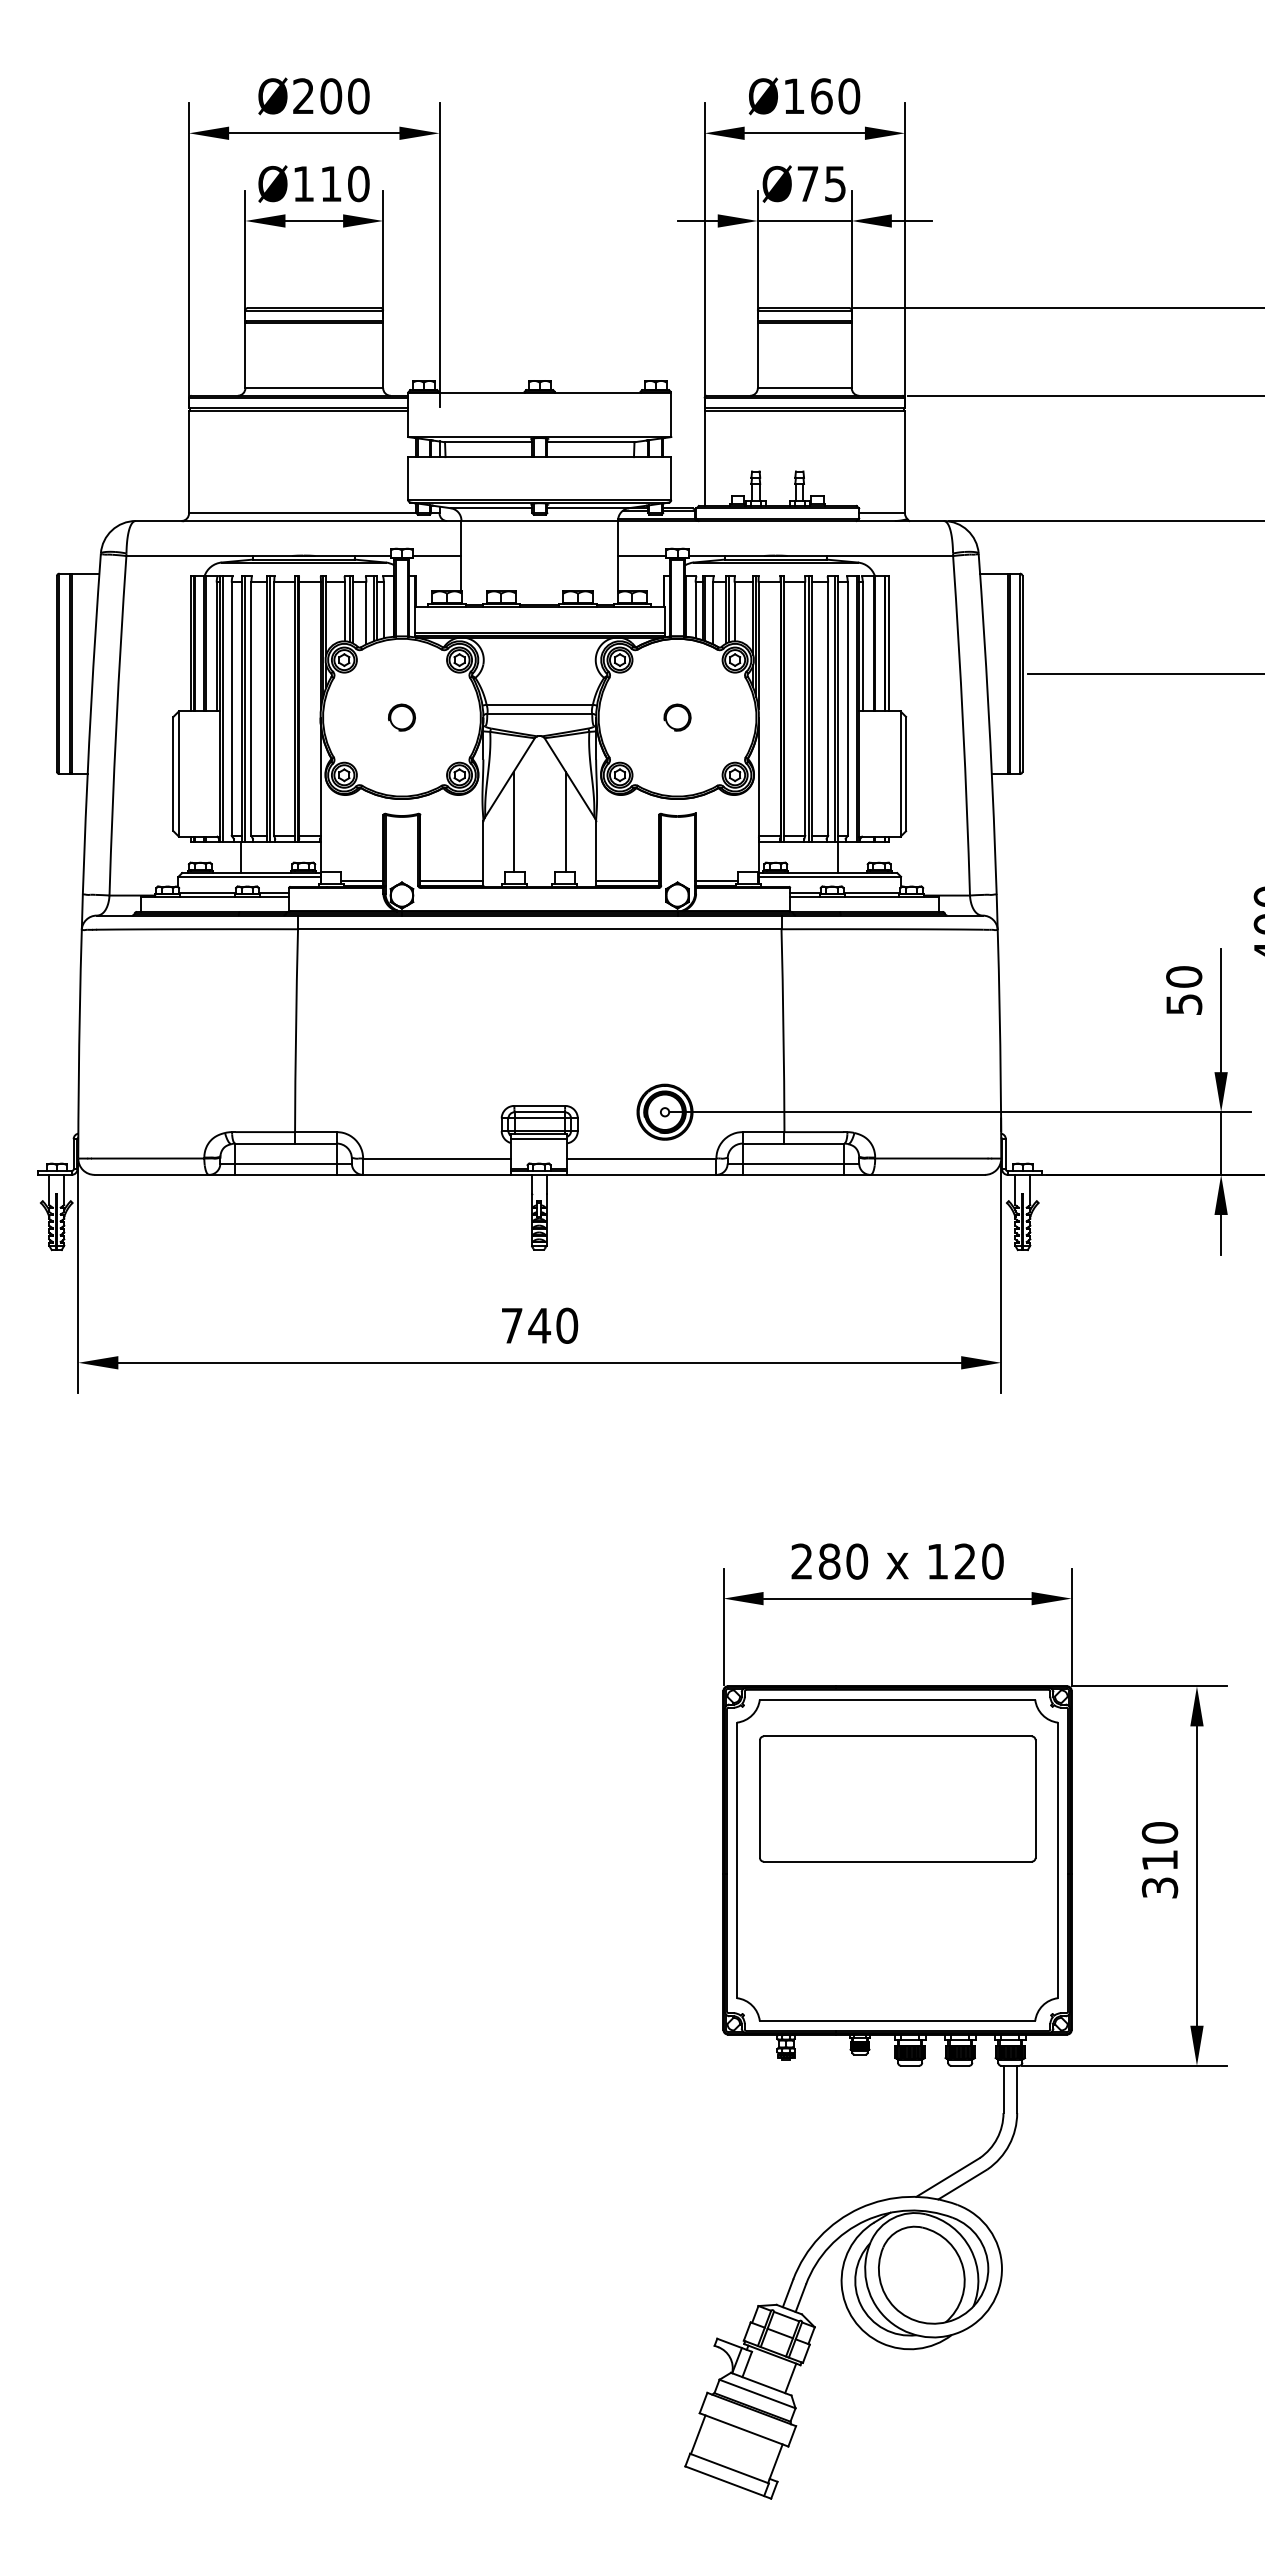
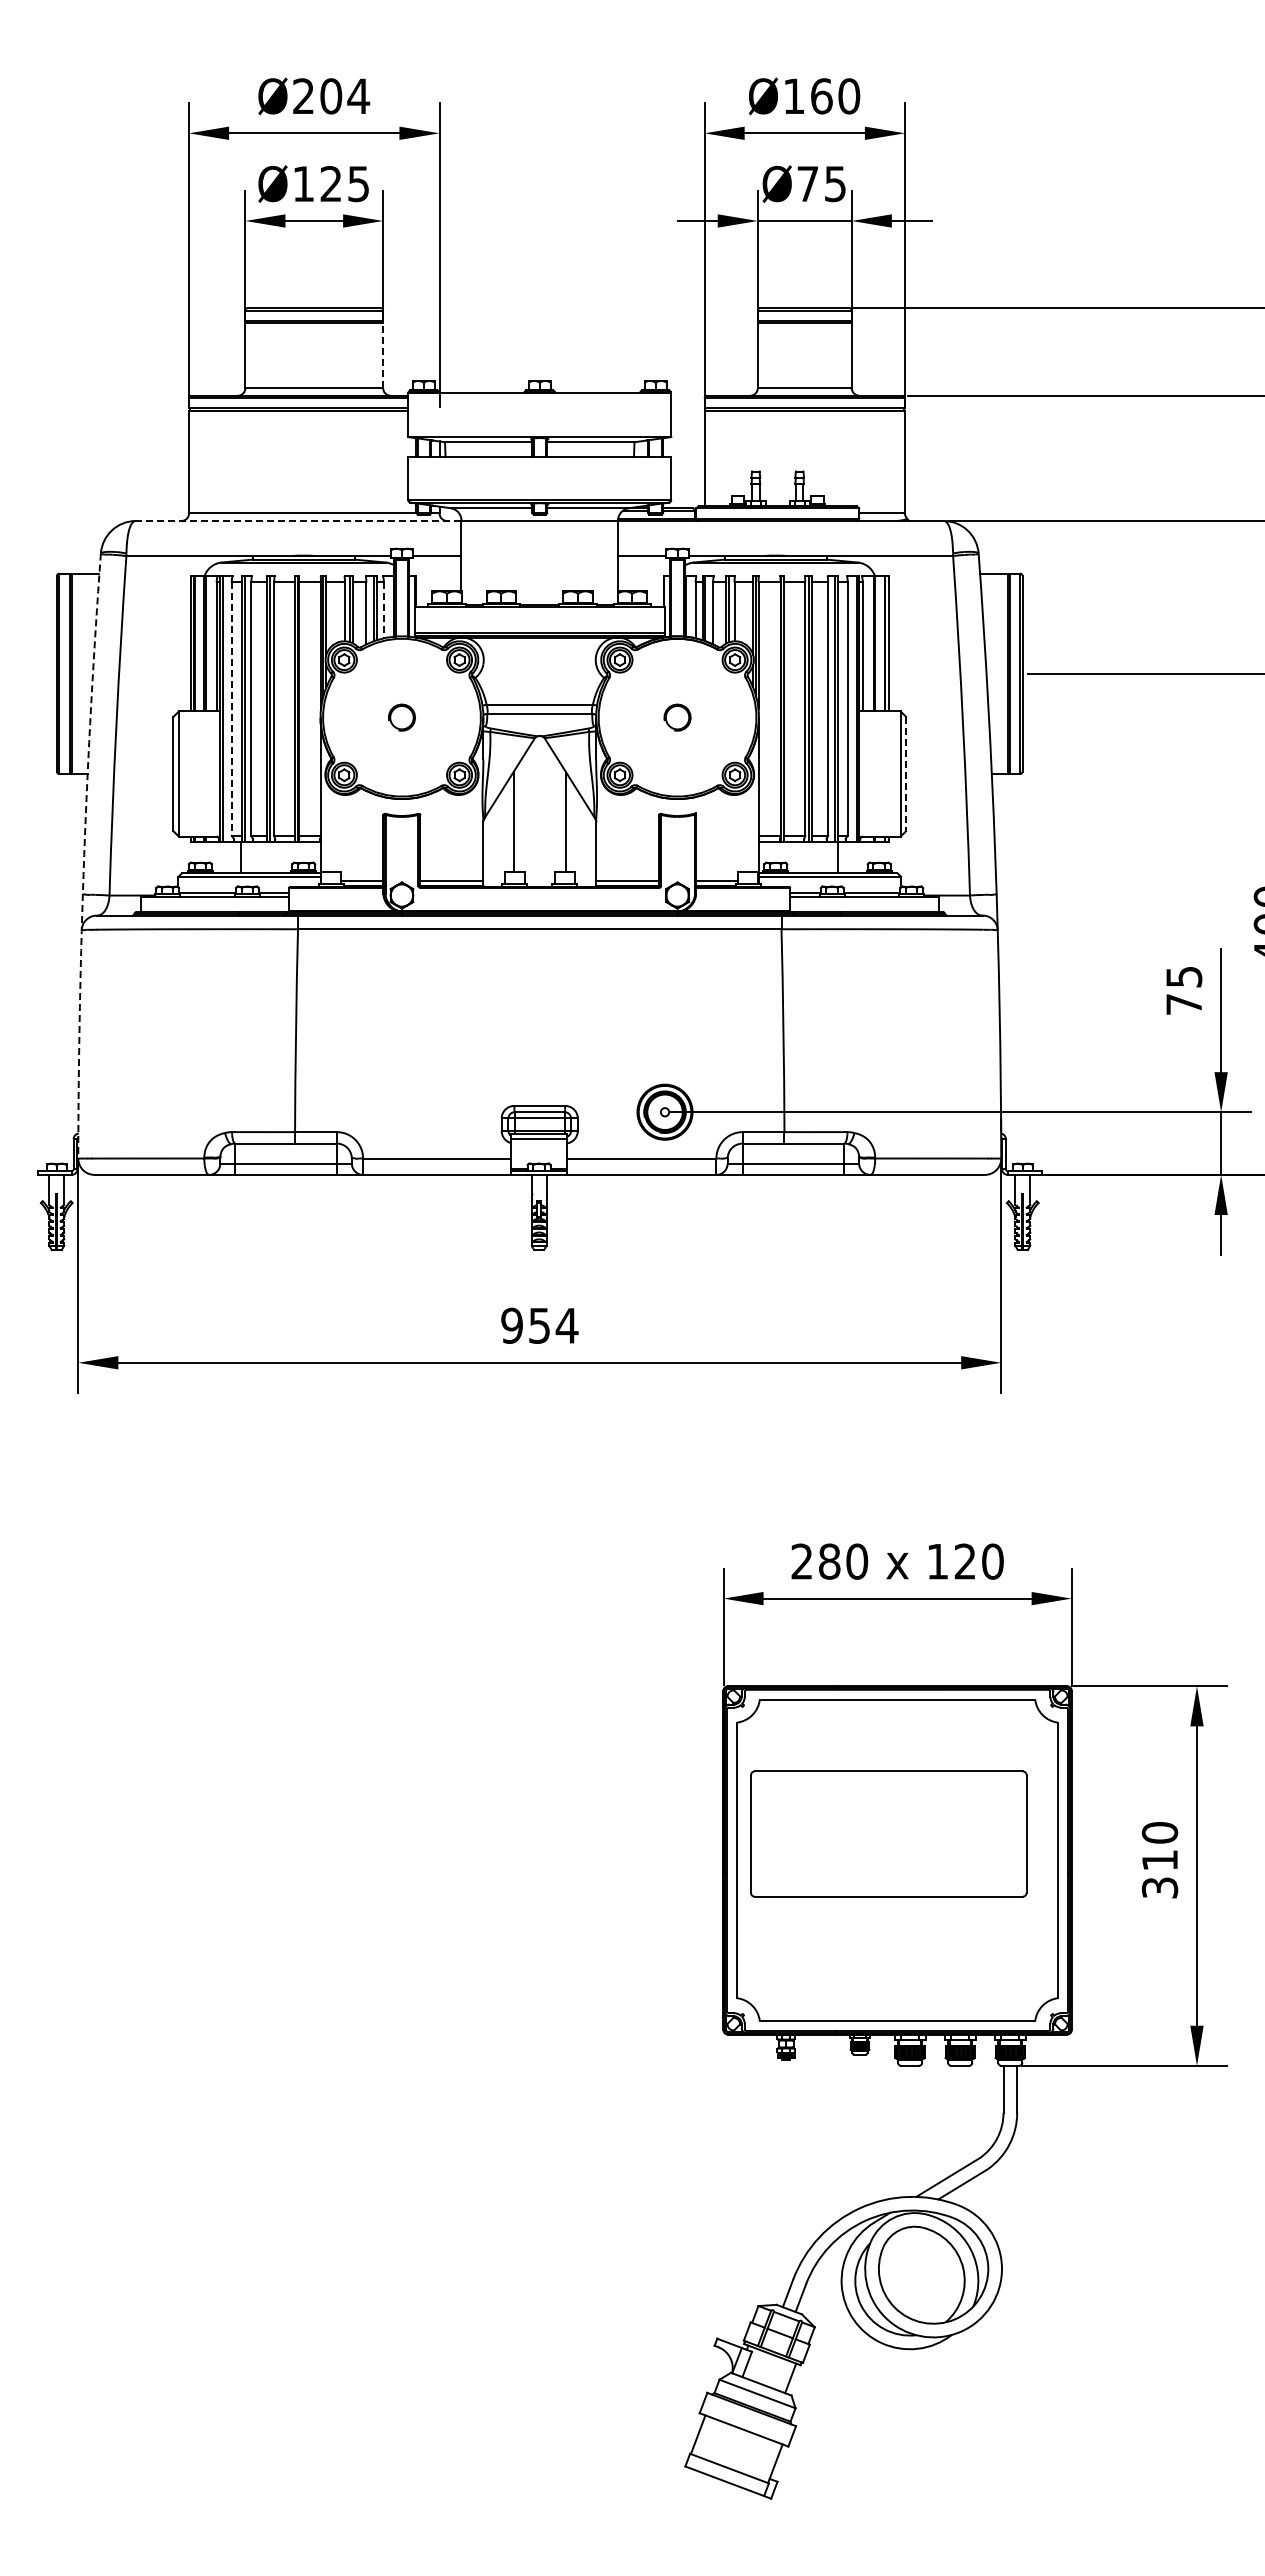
text at (358, 96): Ø200 -> Ø204
text at (344, 183): Ø110 -> Ø125
line at (383, 355): solid -> dashed
line at (298, 521): solid -> dashed
line at (383, 610): solid -> dashed
line at (231, 709): solid -> dashed
line at (906, 774): solid -> dashed
arc at (84, 855): solid -> dashed
text at (1184, 990): 50 -> 75
text at (539, 1325): 740 -> 954
part at (897, 1798) position: (897, 1798) -> (888, 1833)
